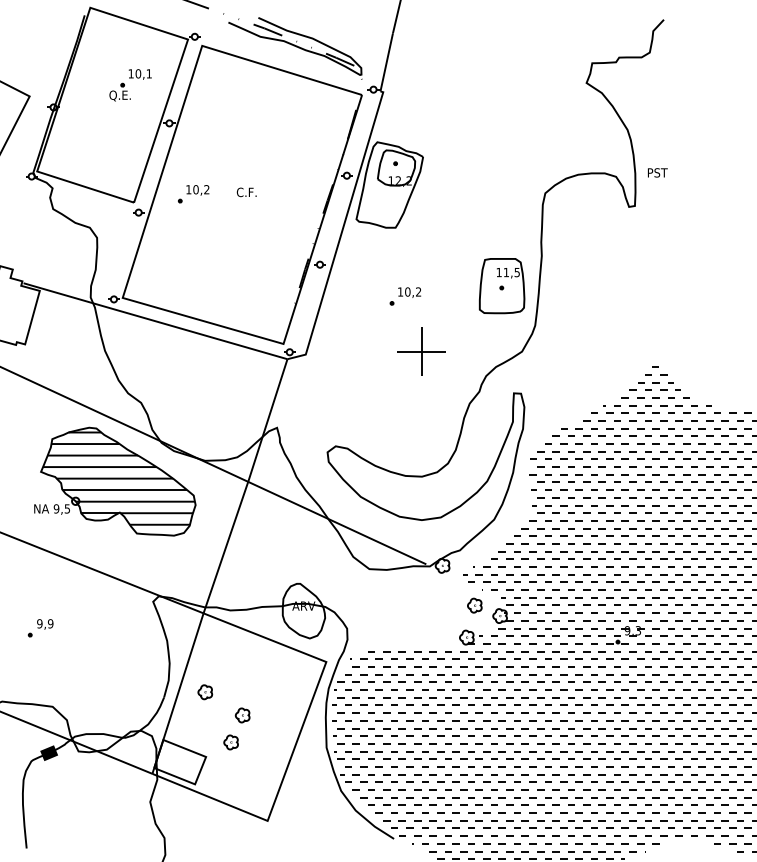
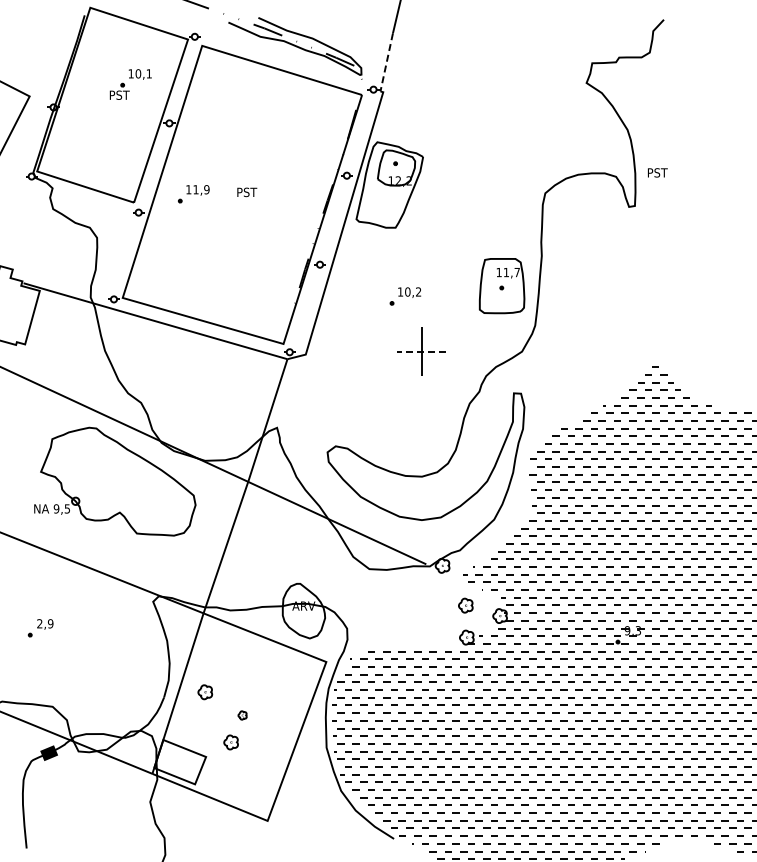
line at (386, 62): solid -> dashed
text at (119, 95): Q.E. -> PST
text at (201, 189): 10,2 -> 11,9
text at (246, 192): C.F. -> PST
text at (516, 272): 11,5 -> 11,7
line at (421, 351): solid -> dashed
hatch at (118, 478): present -> none
part at (474, 605) position: (474, 605) -> (465, 605)
text at (39, 623): 9,9 -> 2,9
part at (242, 715) size: 17x17 px -> 11x11 px
